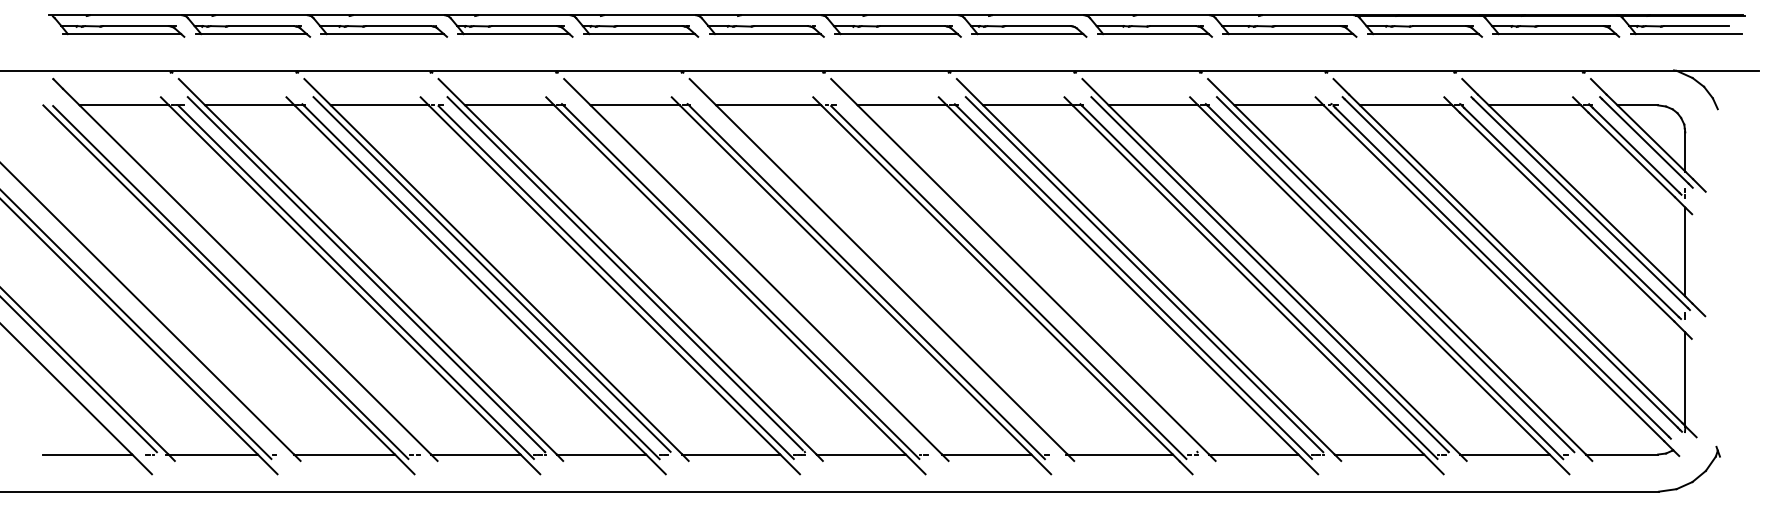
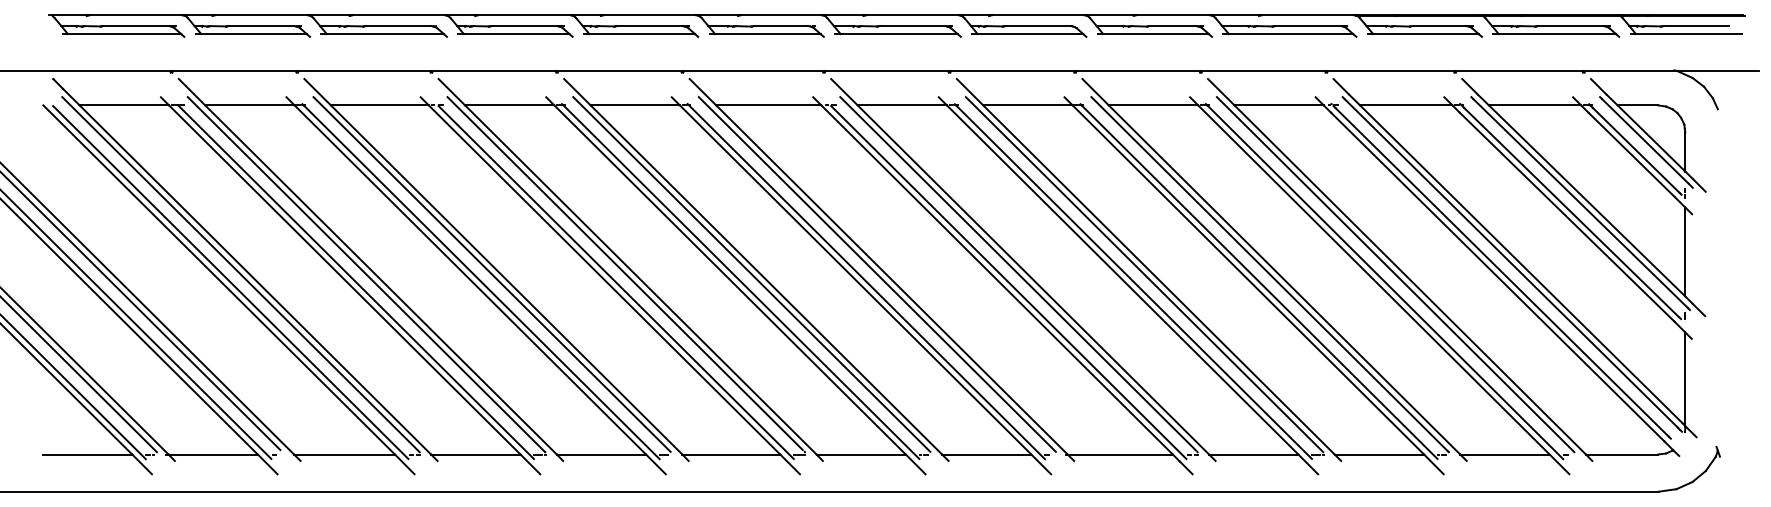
line at (1017, 273): none -> present
line at (240, 274): none -> present
line at (751, 274): none -> present
line at (876, 274): none -> present
line at (141, 312): none -> present
line at (73, 387): none -> present
